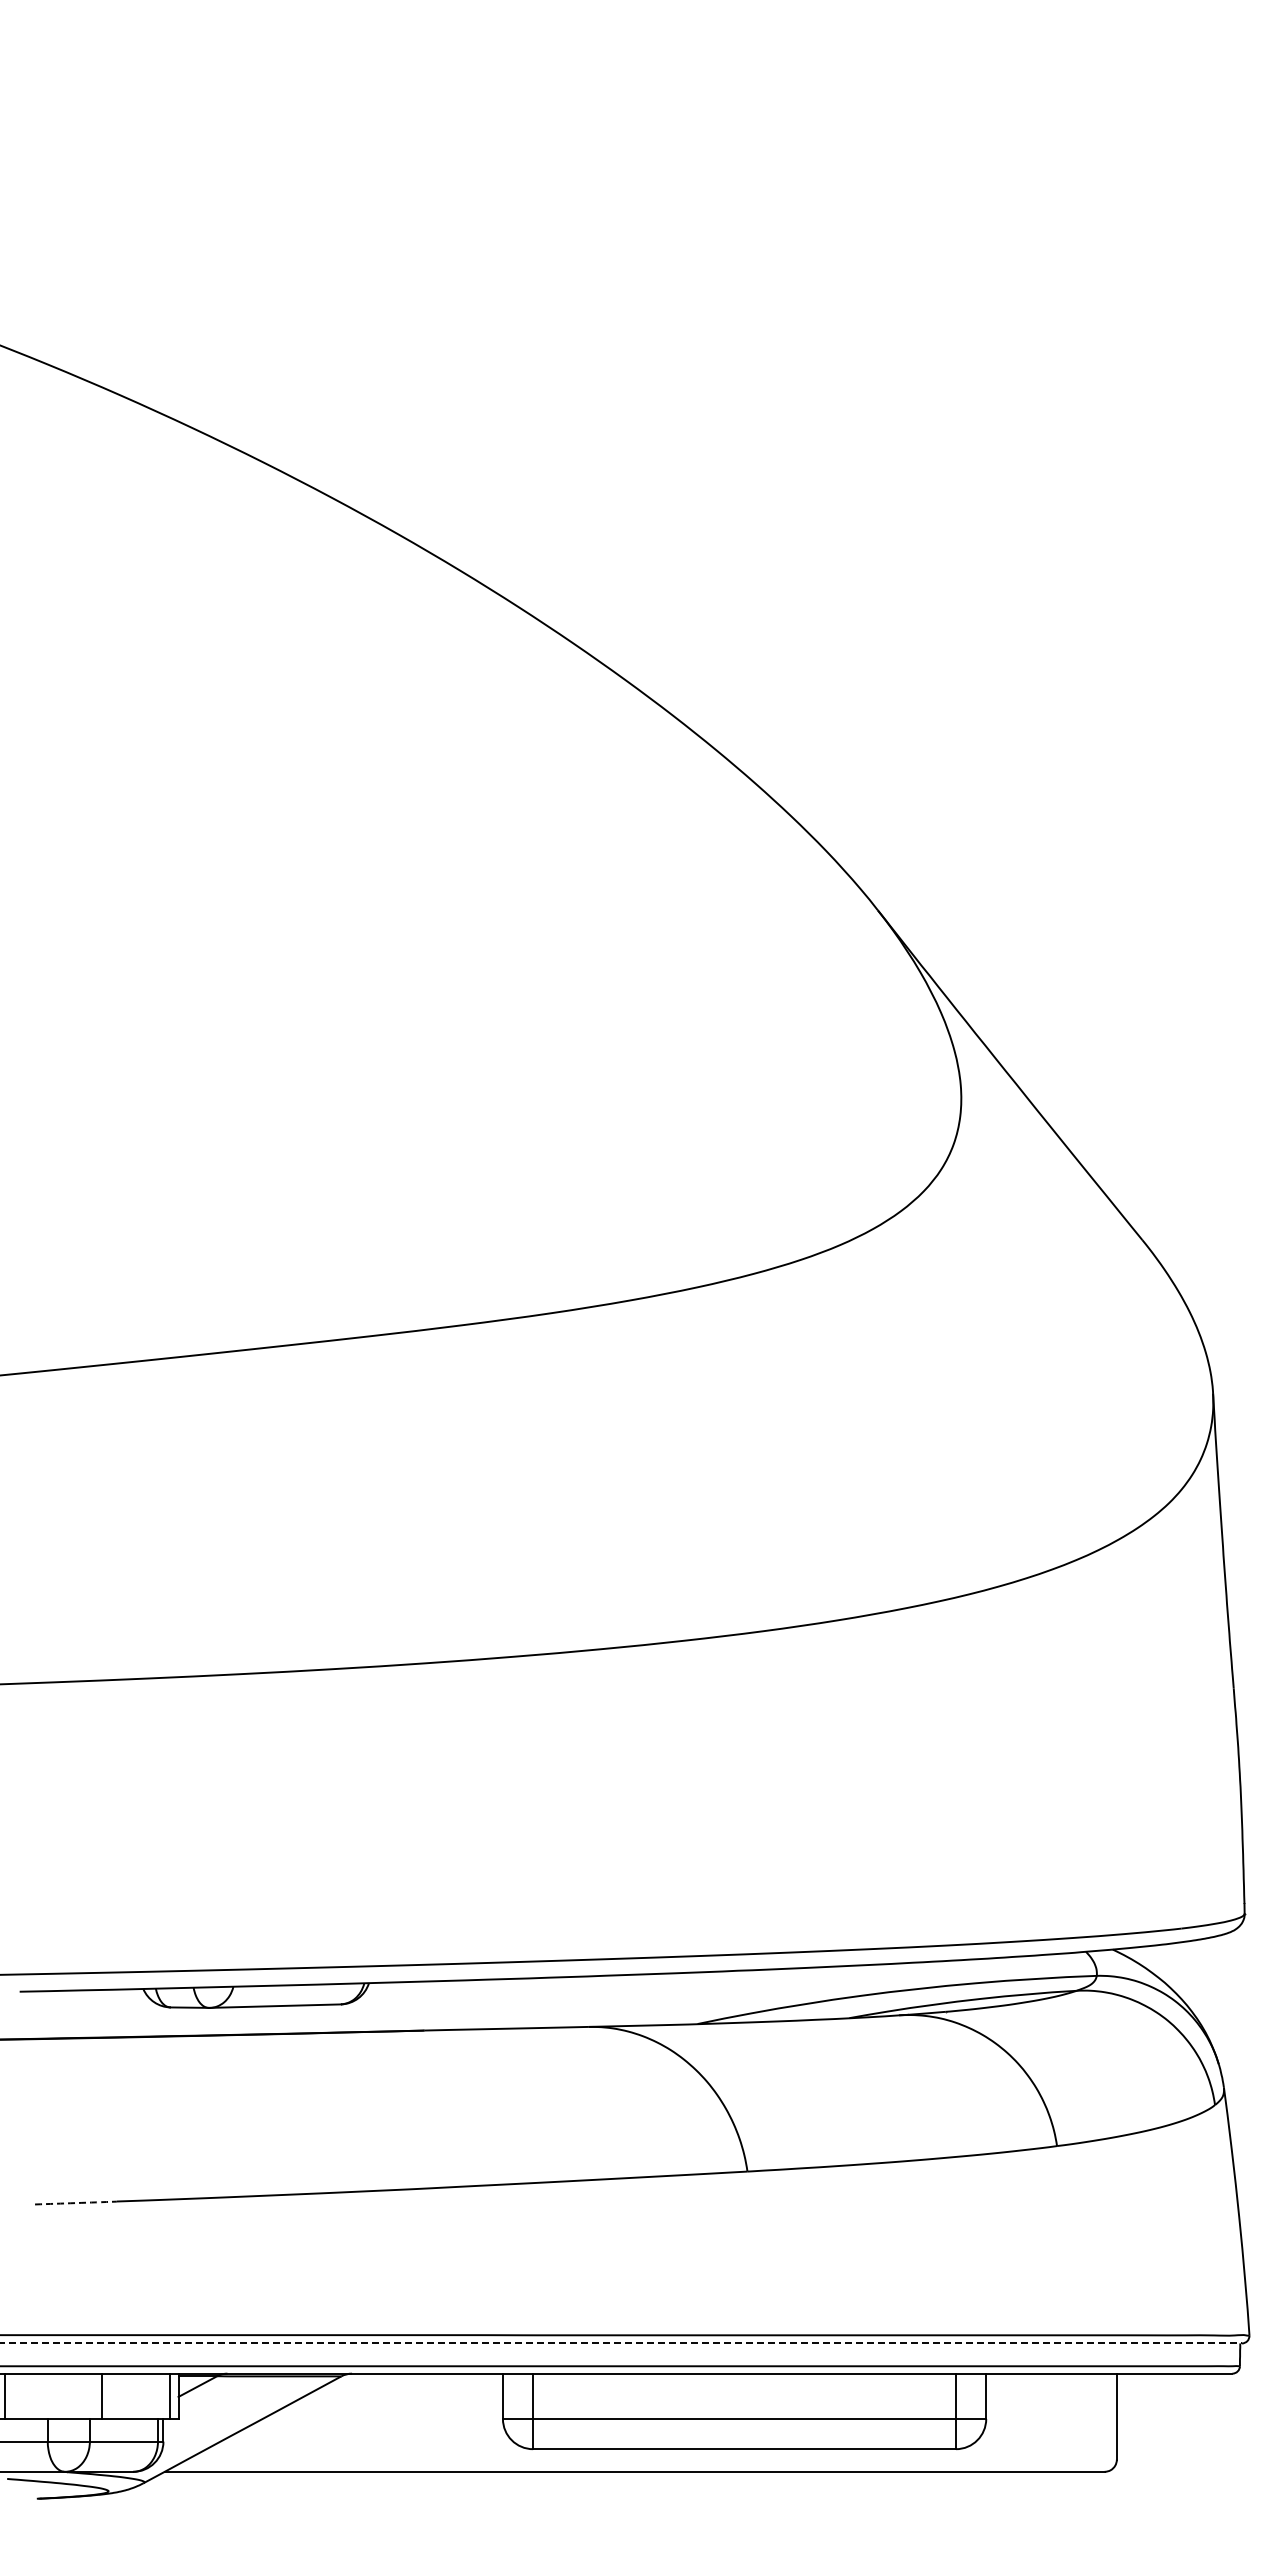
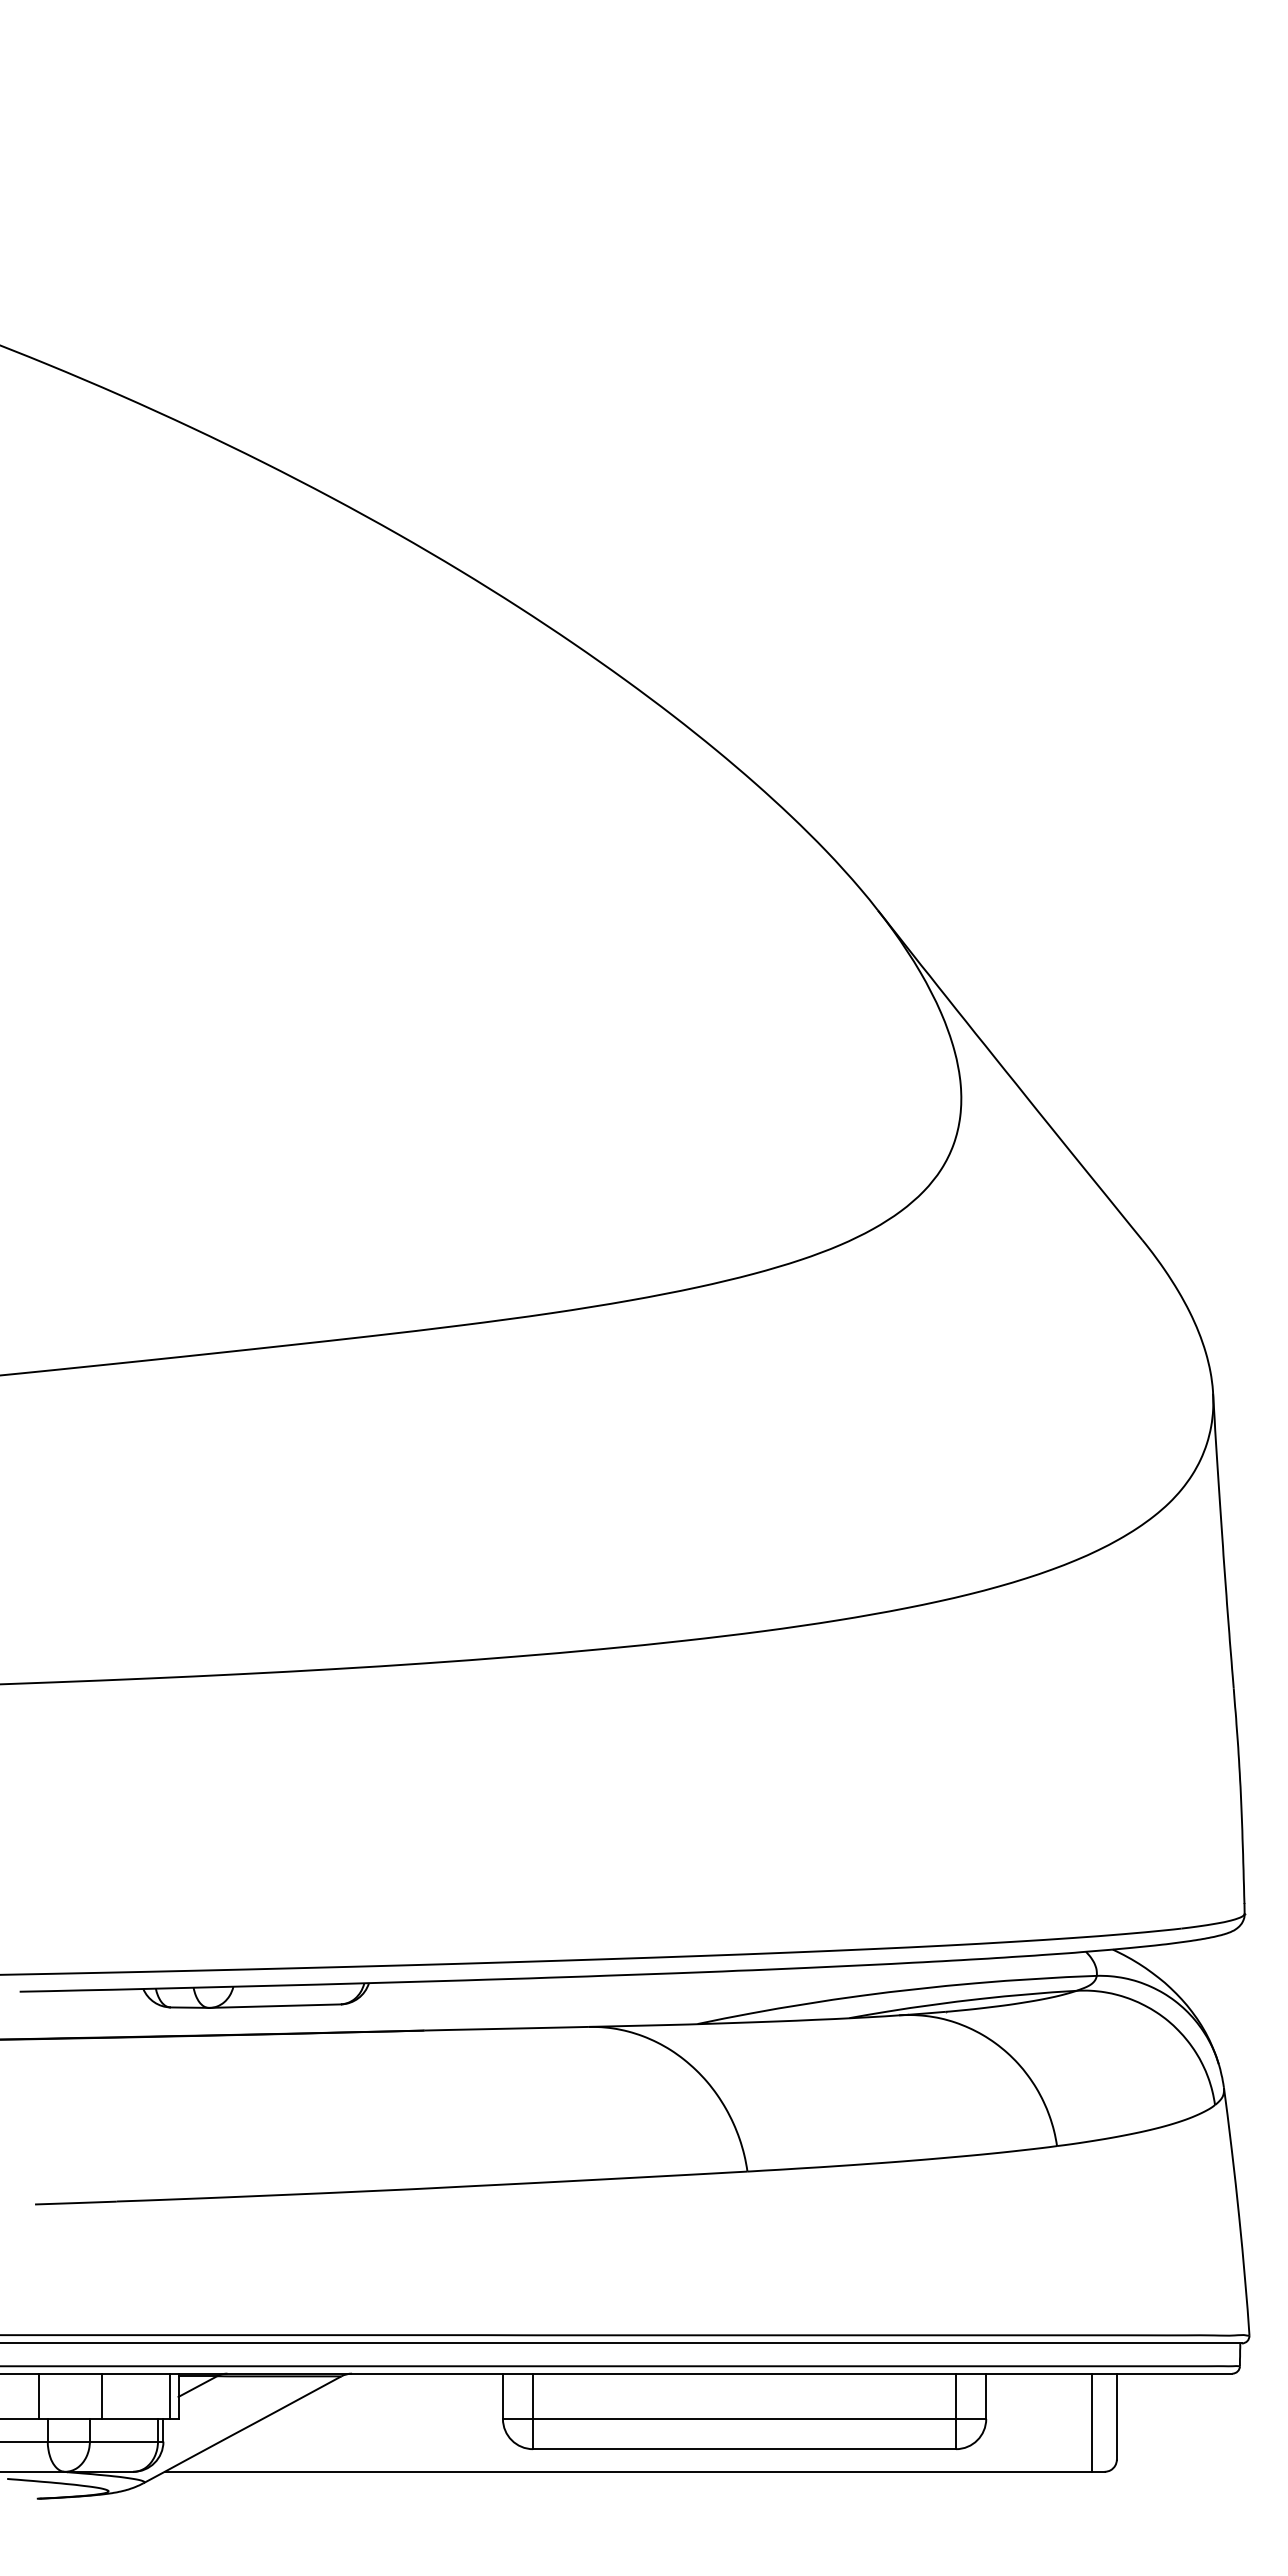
arc at (75, 2203): dashed -> solid
line at (621, 2343): dashed -> solid
line at (5, 2395) position: (5, 2395) -> (39, 2395)
line at (1091, 2422): none -> present
